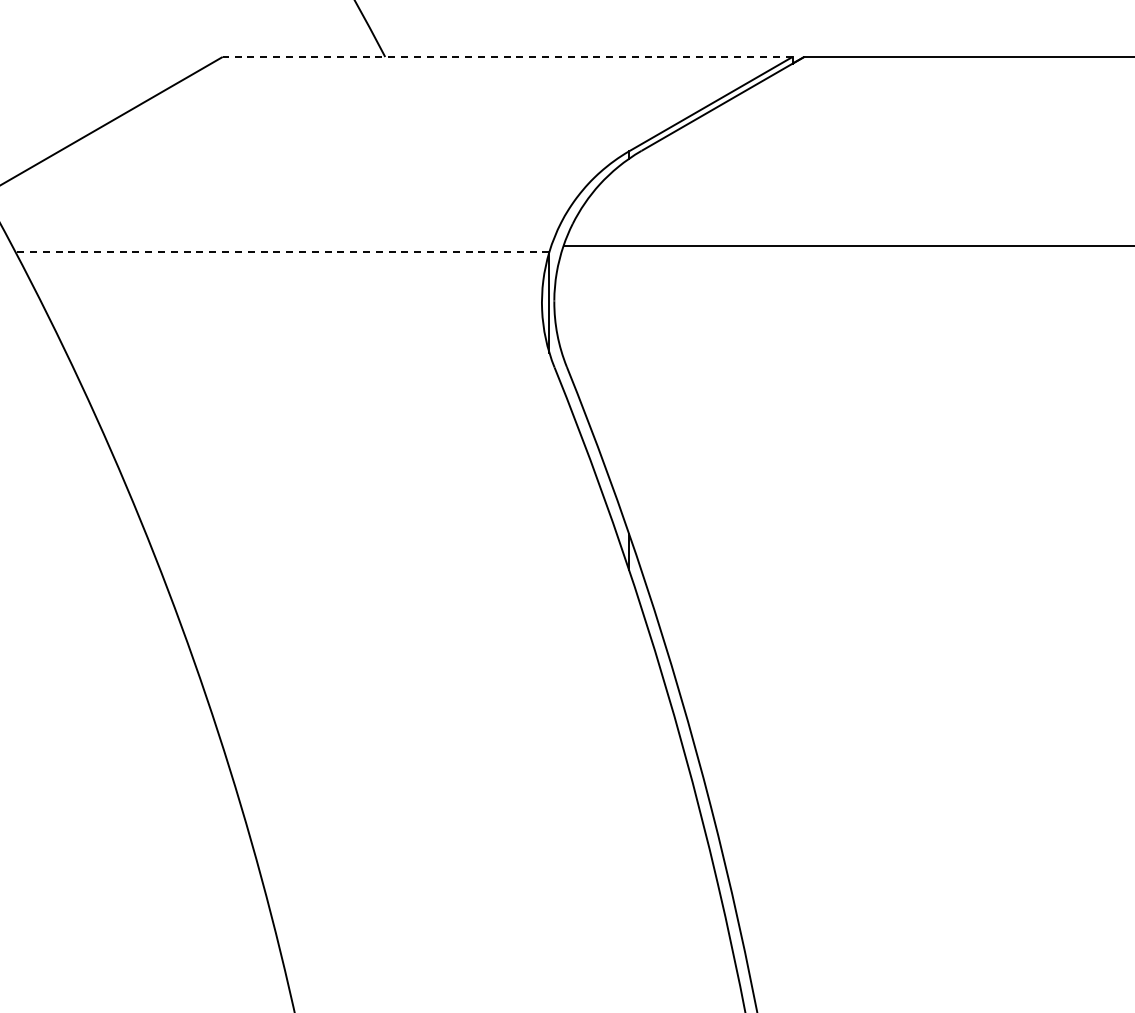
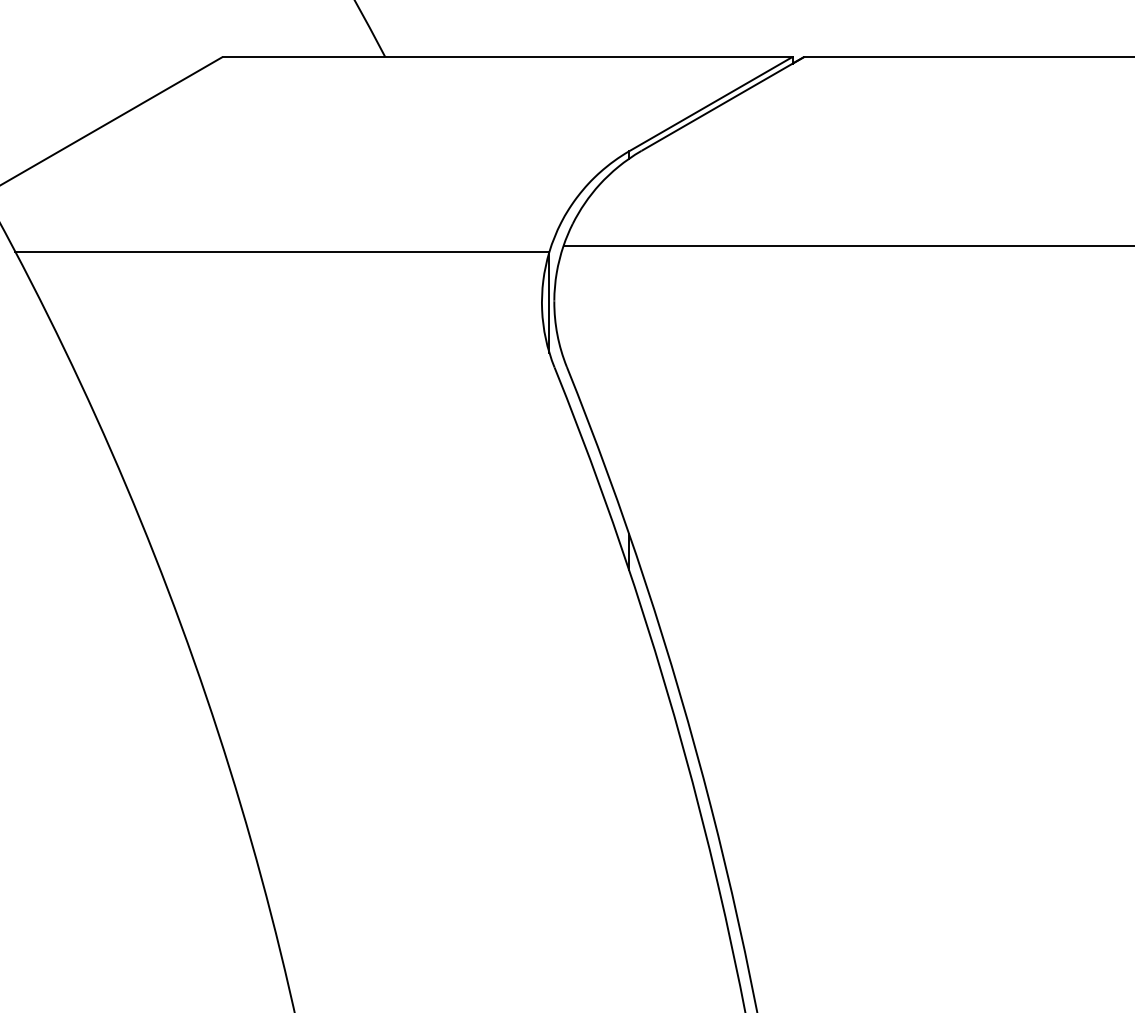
line at (507, 57): dashed -> solid
line at (281, 251): dashed -> solid
